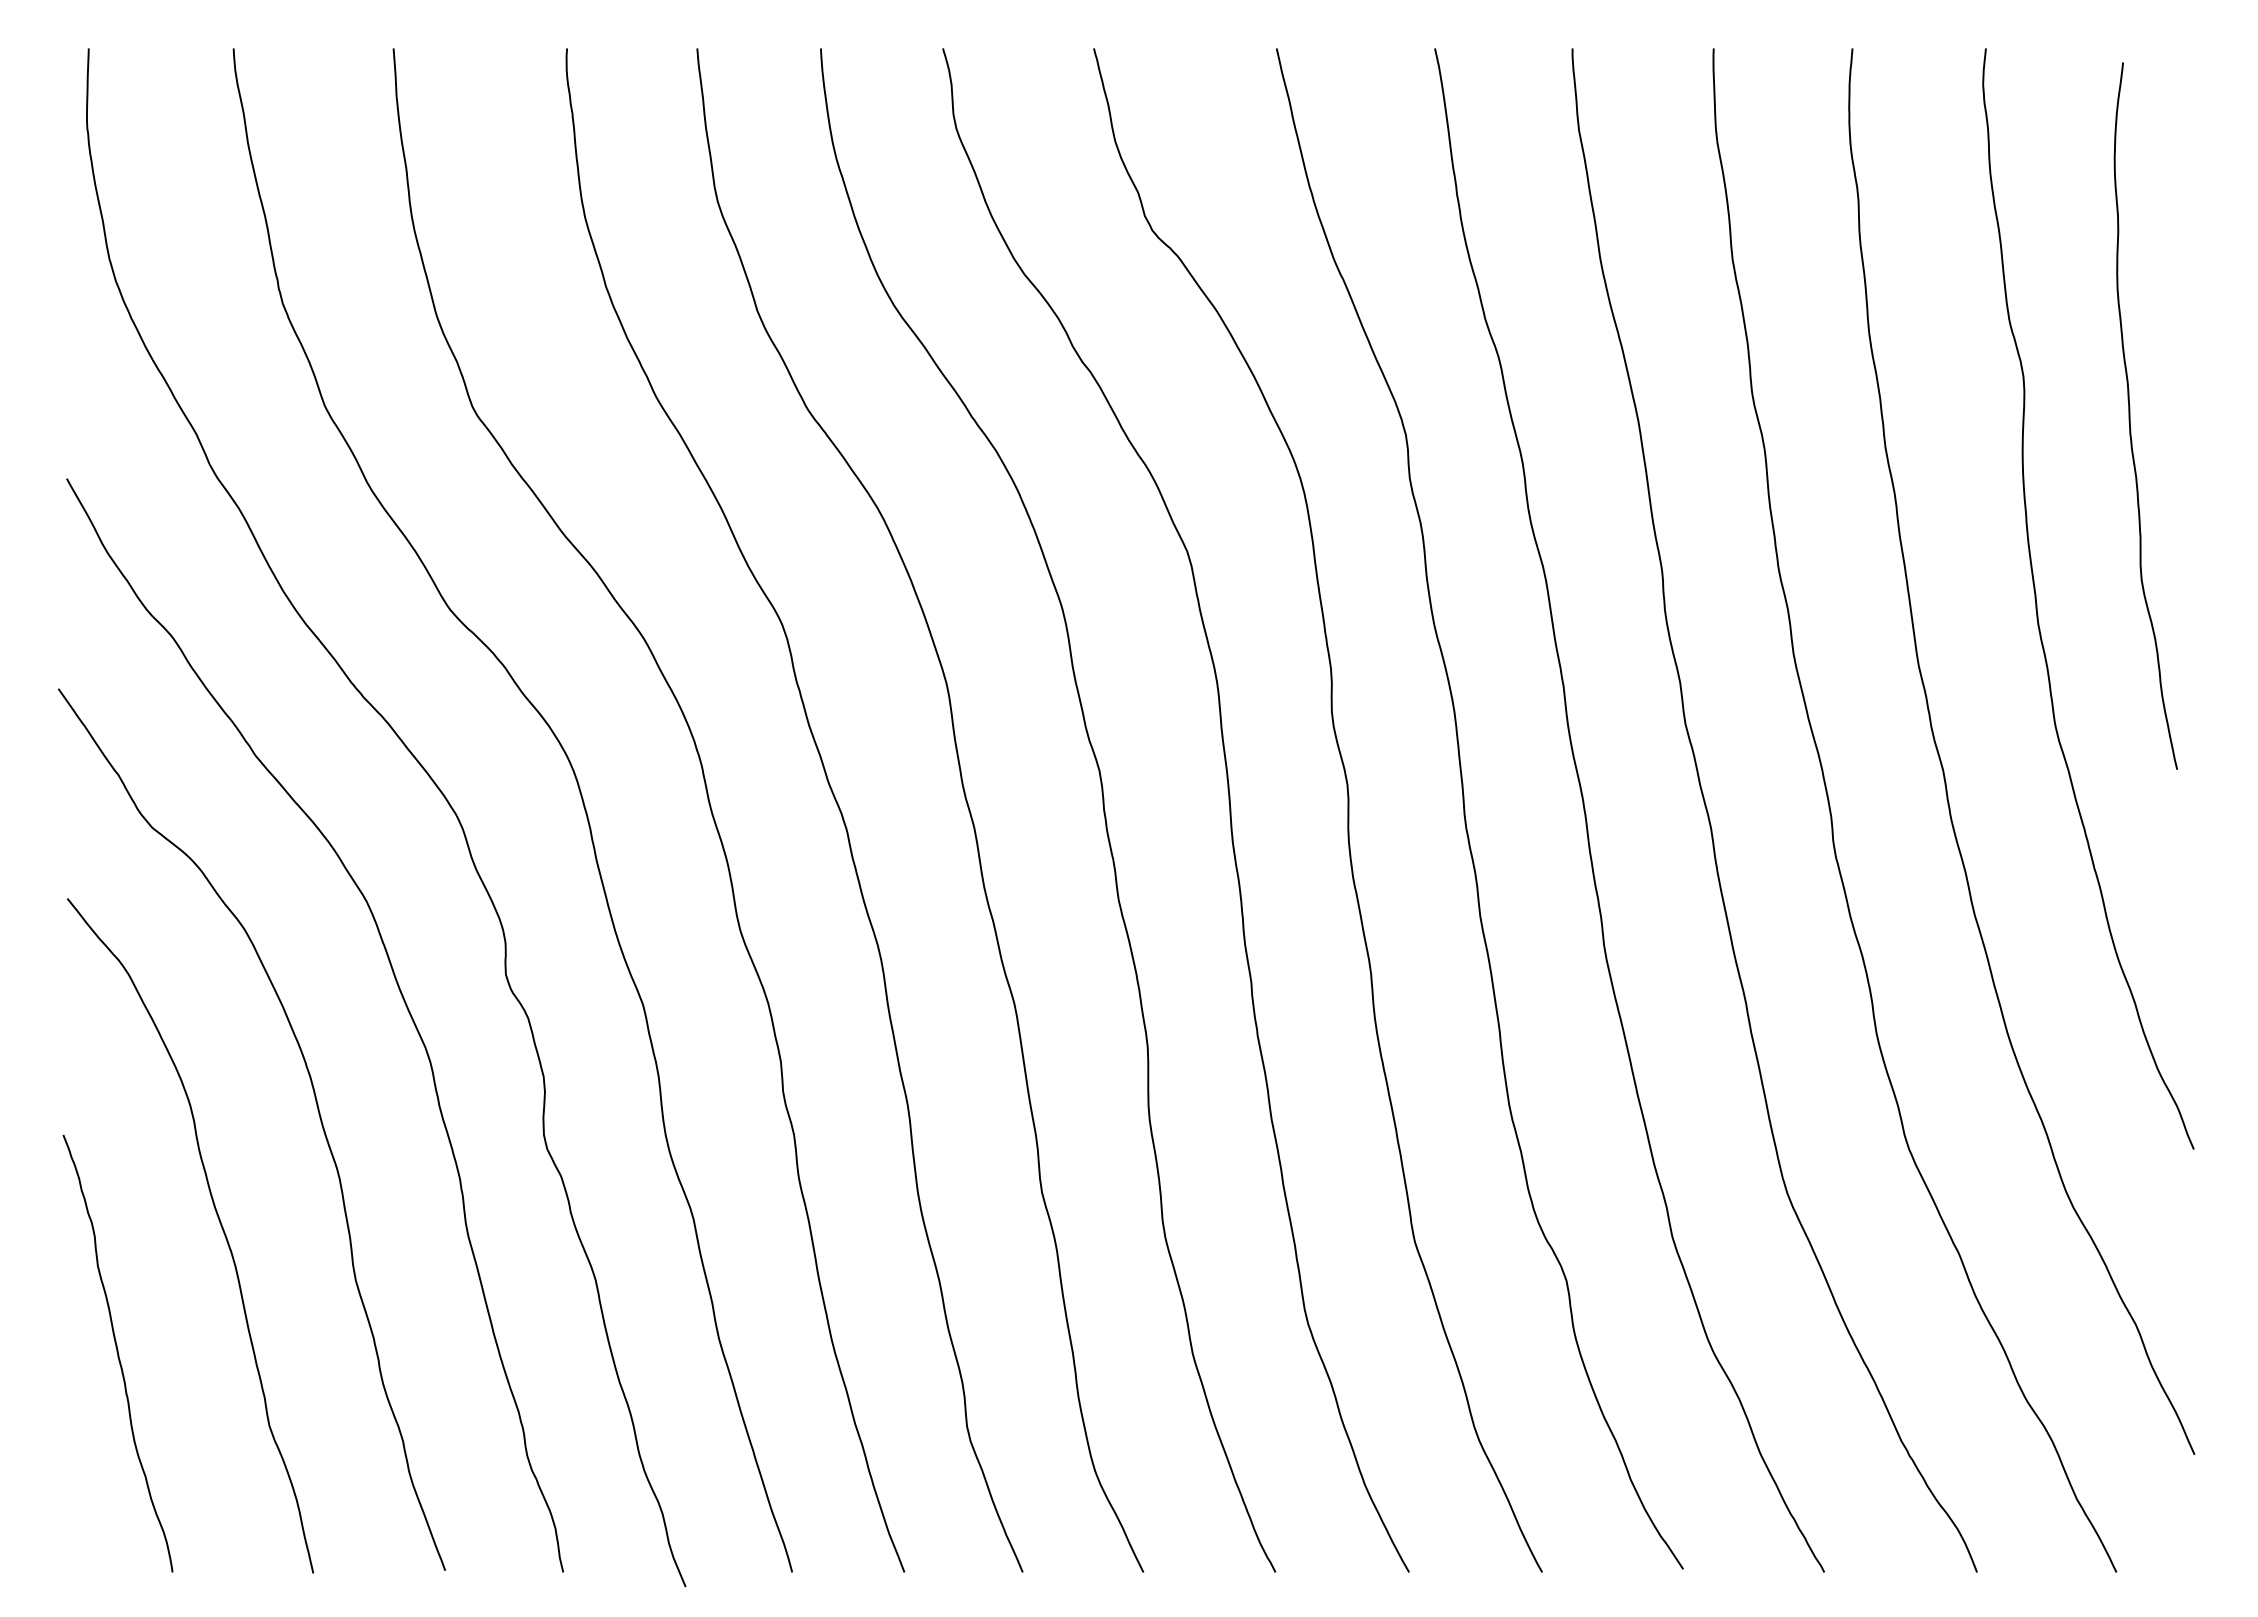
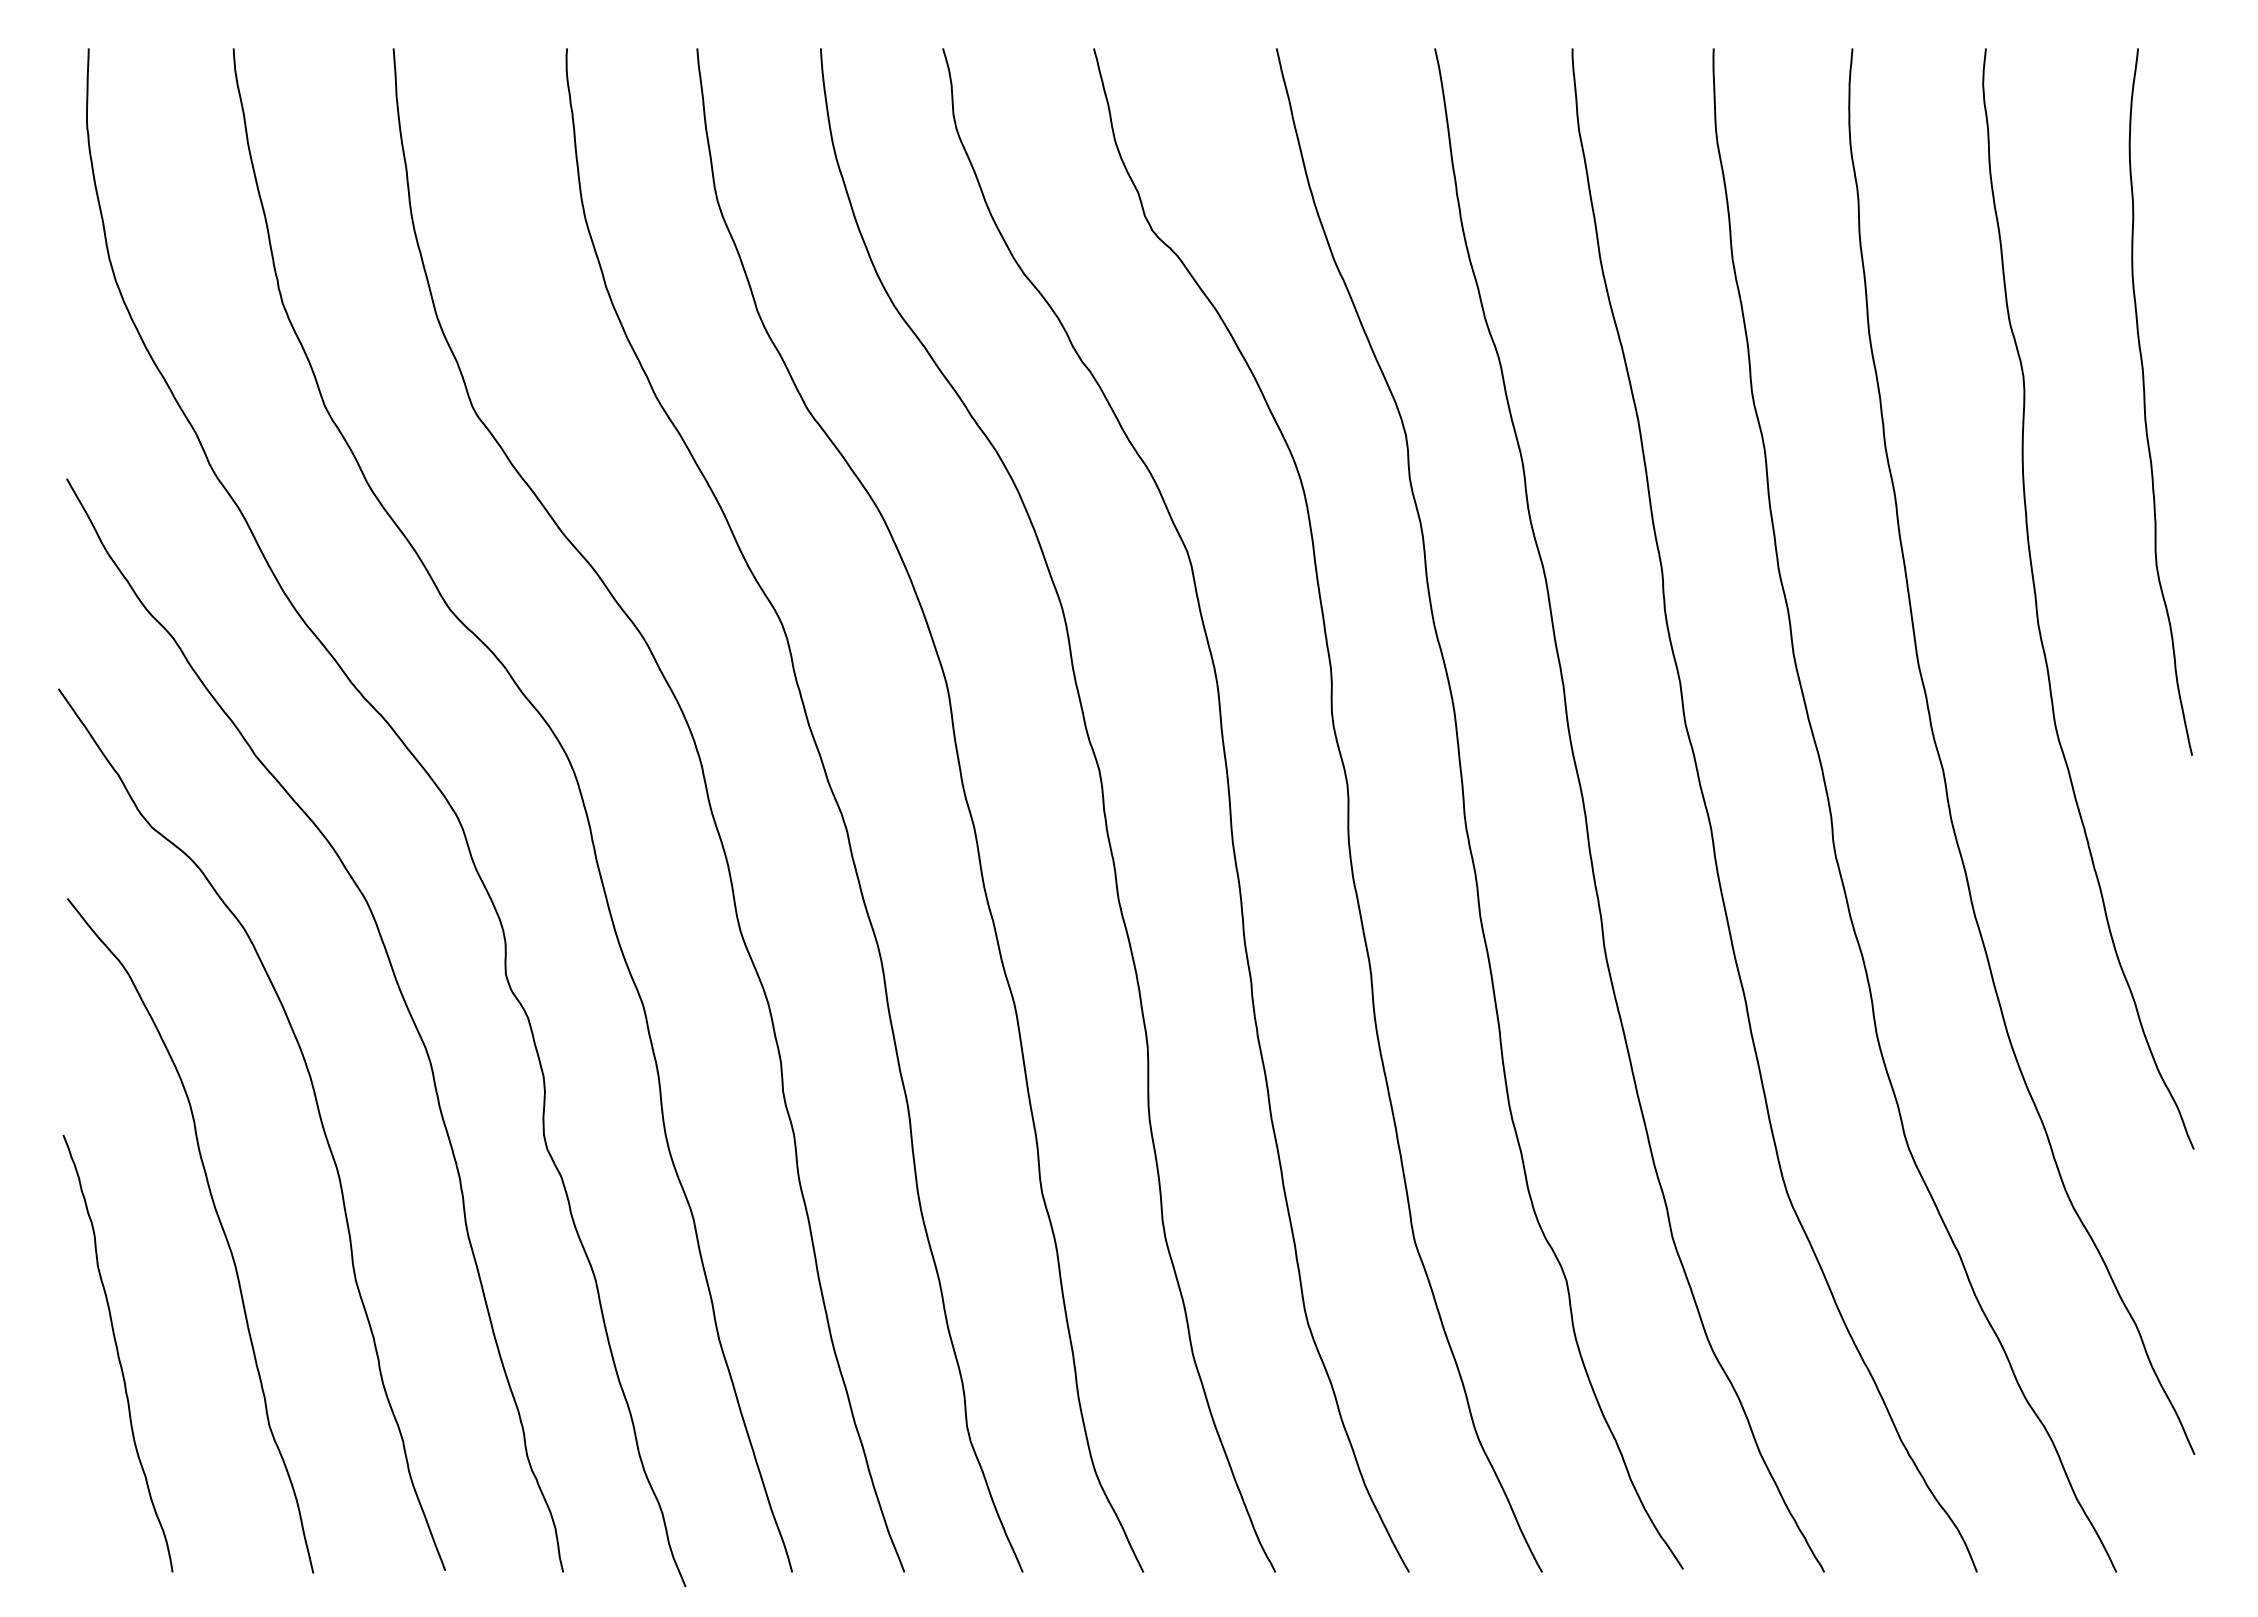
curve at (2130, 415) position: (2130, 415) -> (2145, 401)
